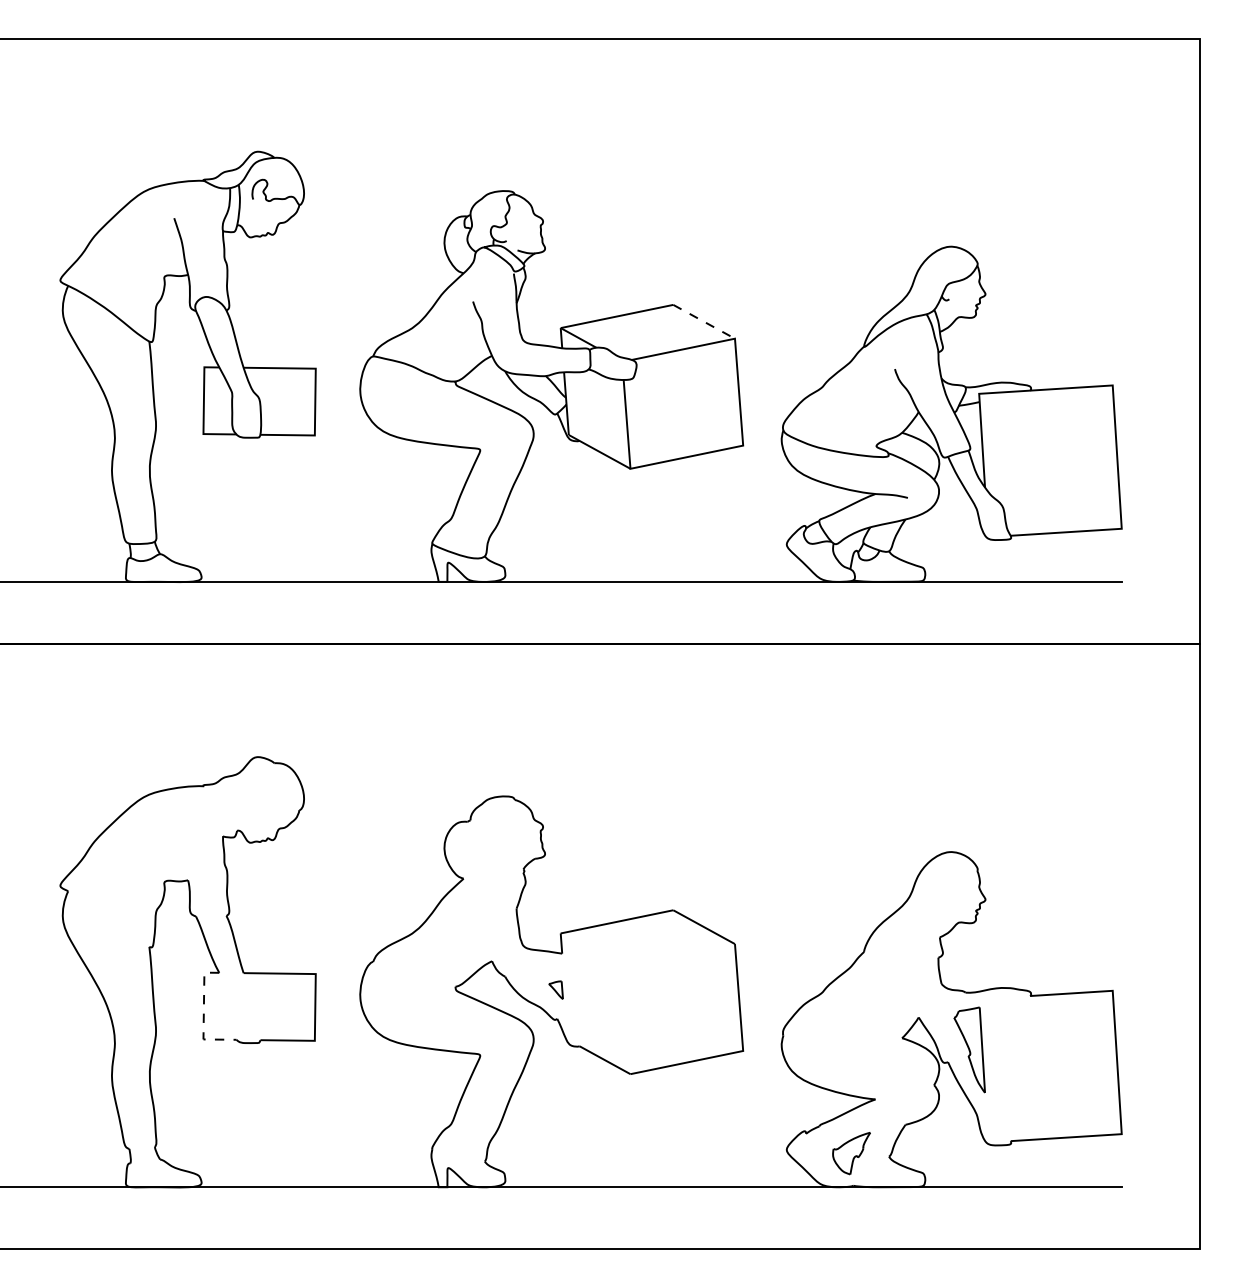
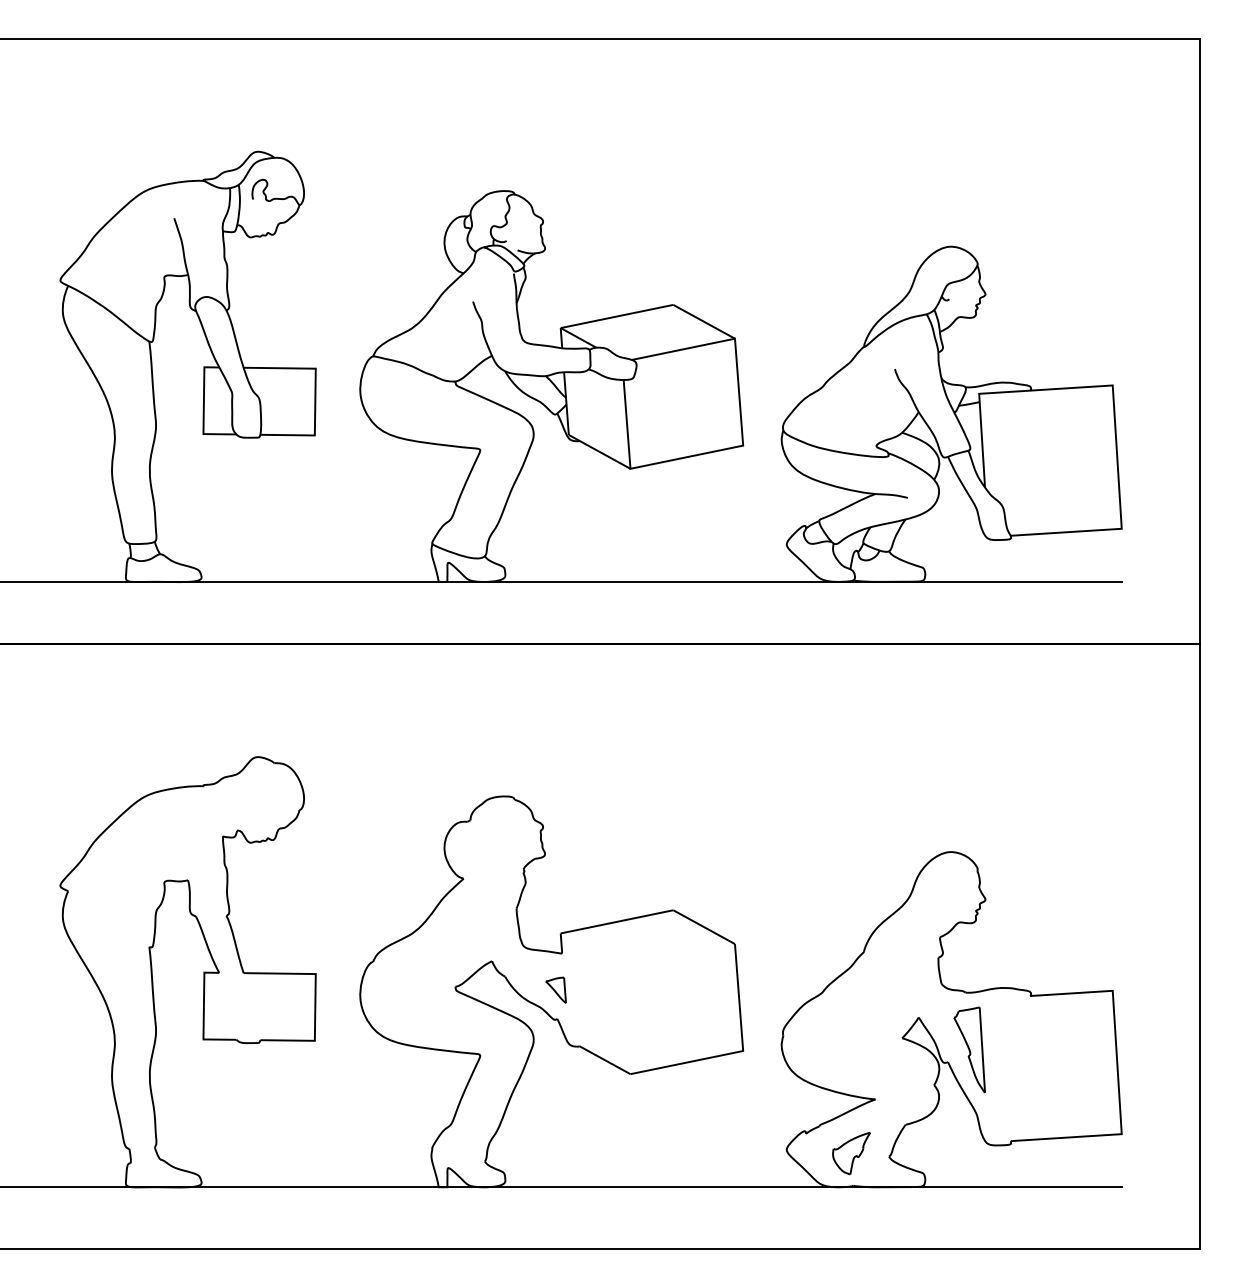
line at (704, 322): dashed -> solid
part at (555, 989) size: 16x20 px -> 22x28 px
line at (203, 1015): dashed -> solid
